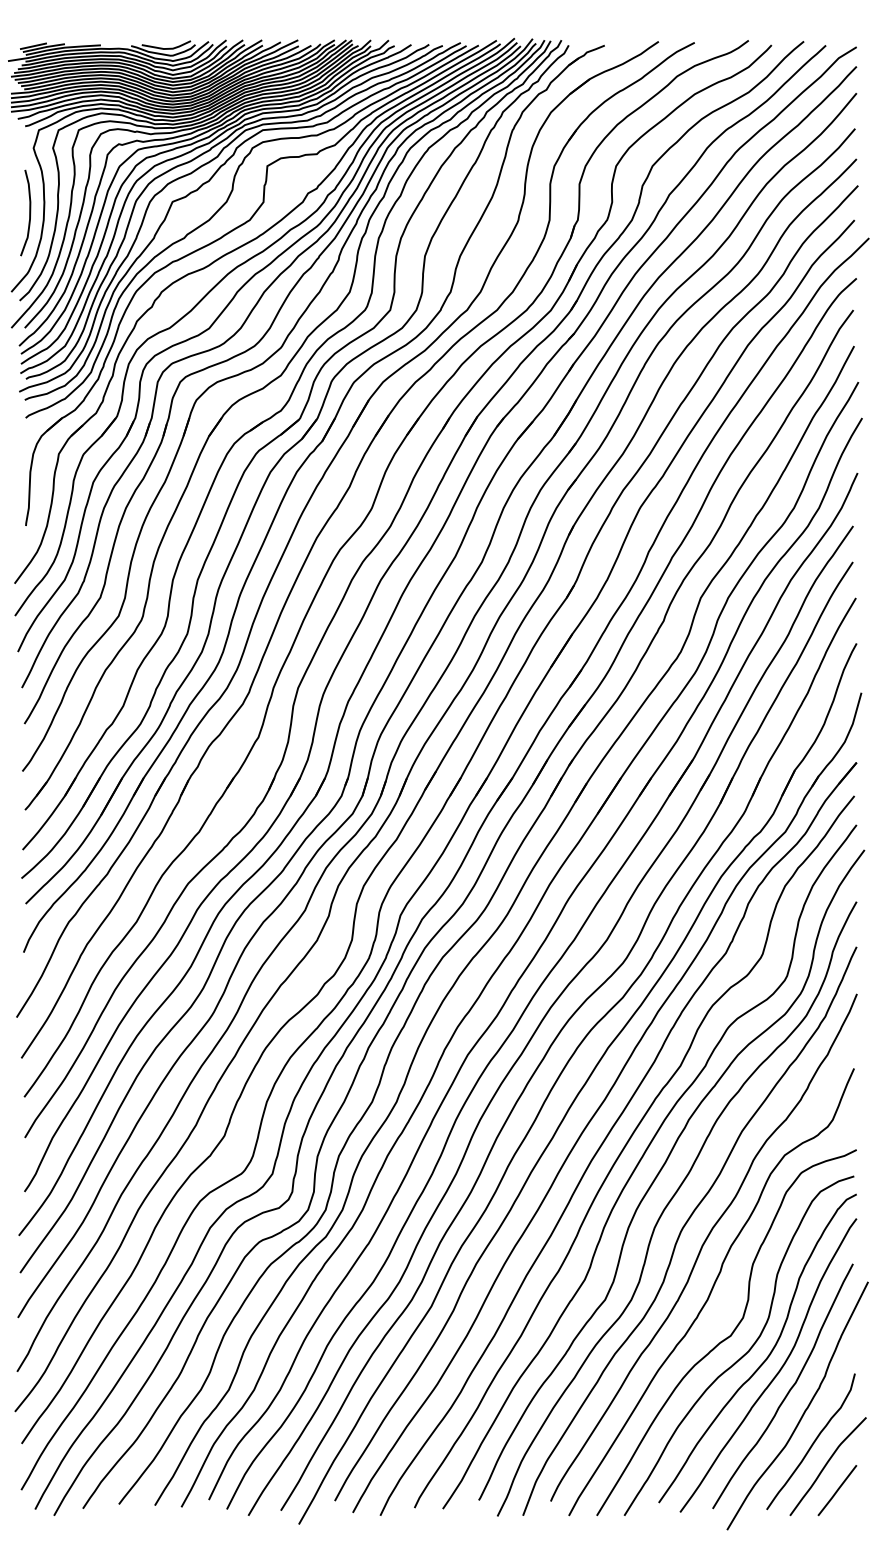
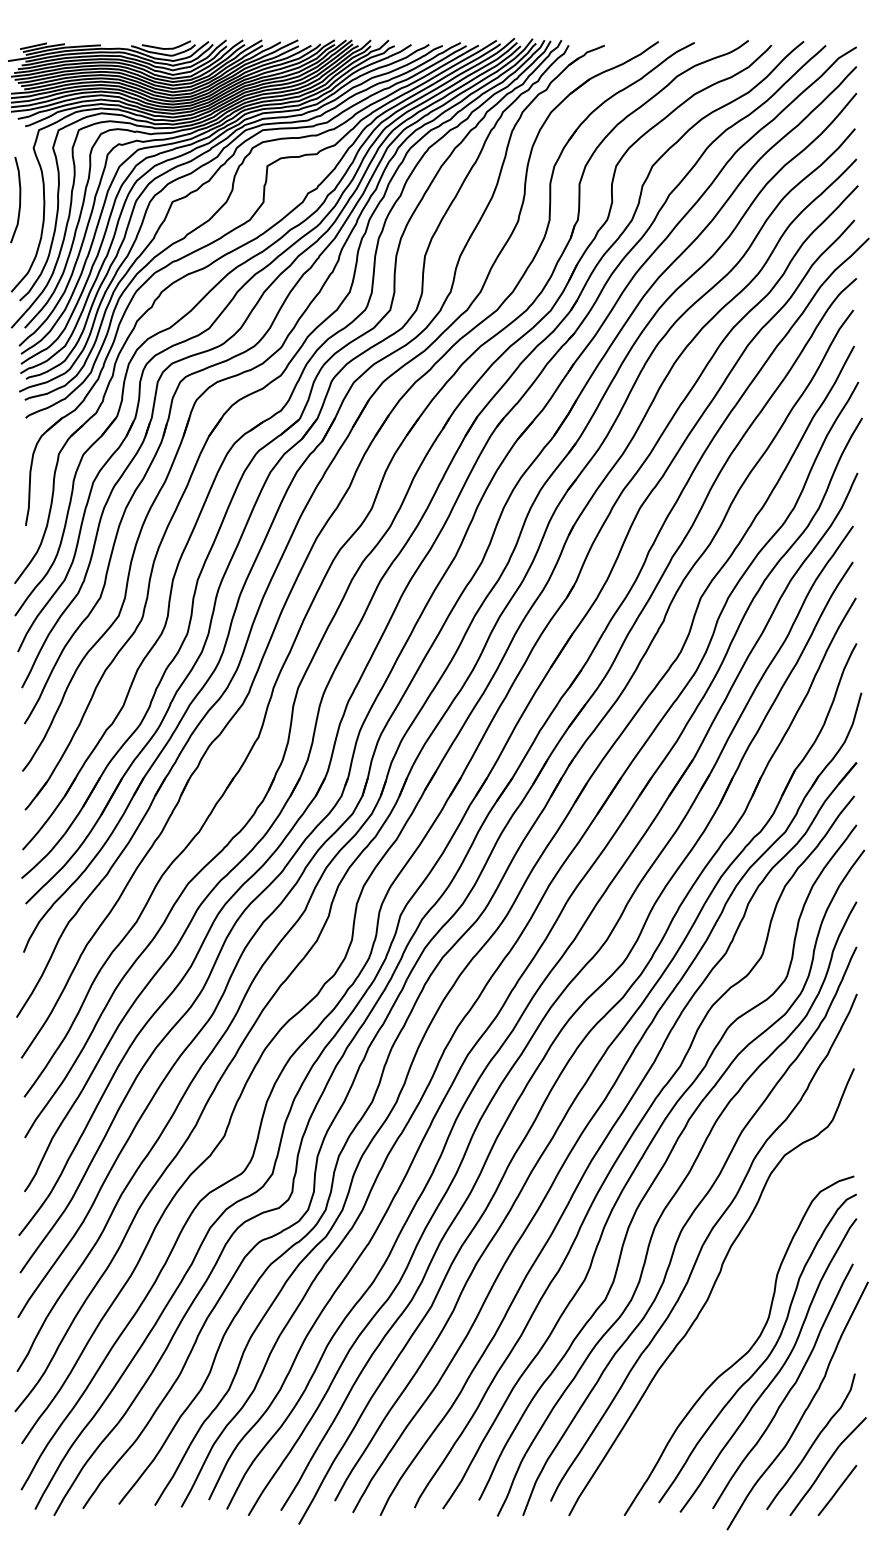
curve at (29, 212) position: (29, 212) -> (19, 199)
curve at (727, 1336): present -> none
